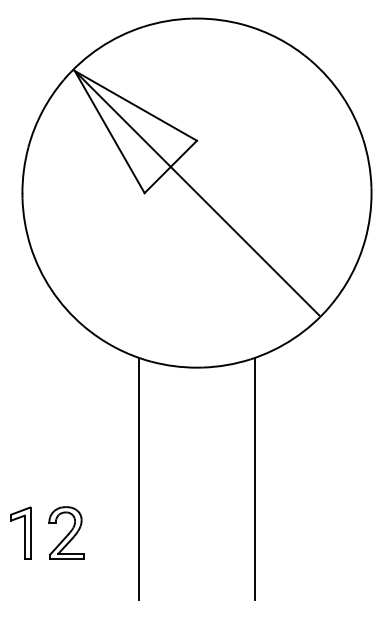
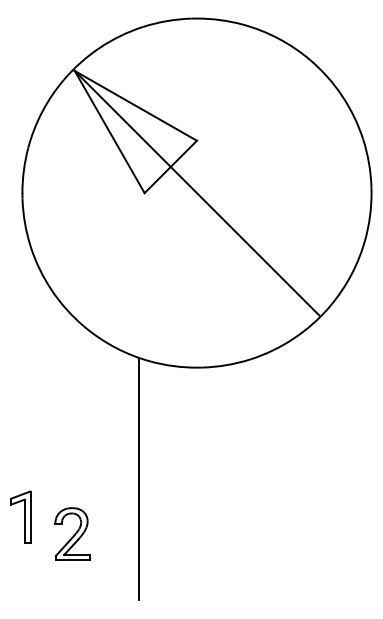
line at (255, 479): present -> none
part at (20, 532) position: (20, 532) -> (20, 516)
part at (66, 532) position: (66, 532) -> (72, 533)
